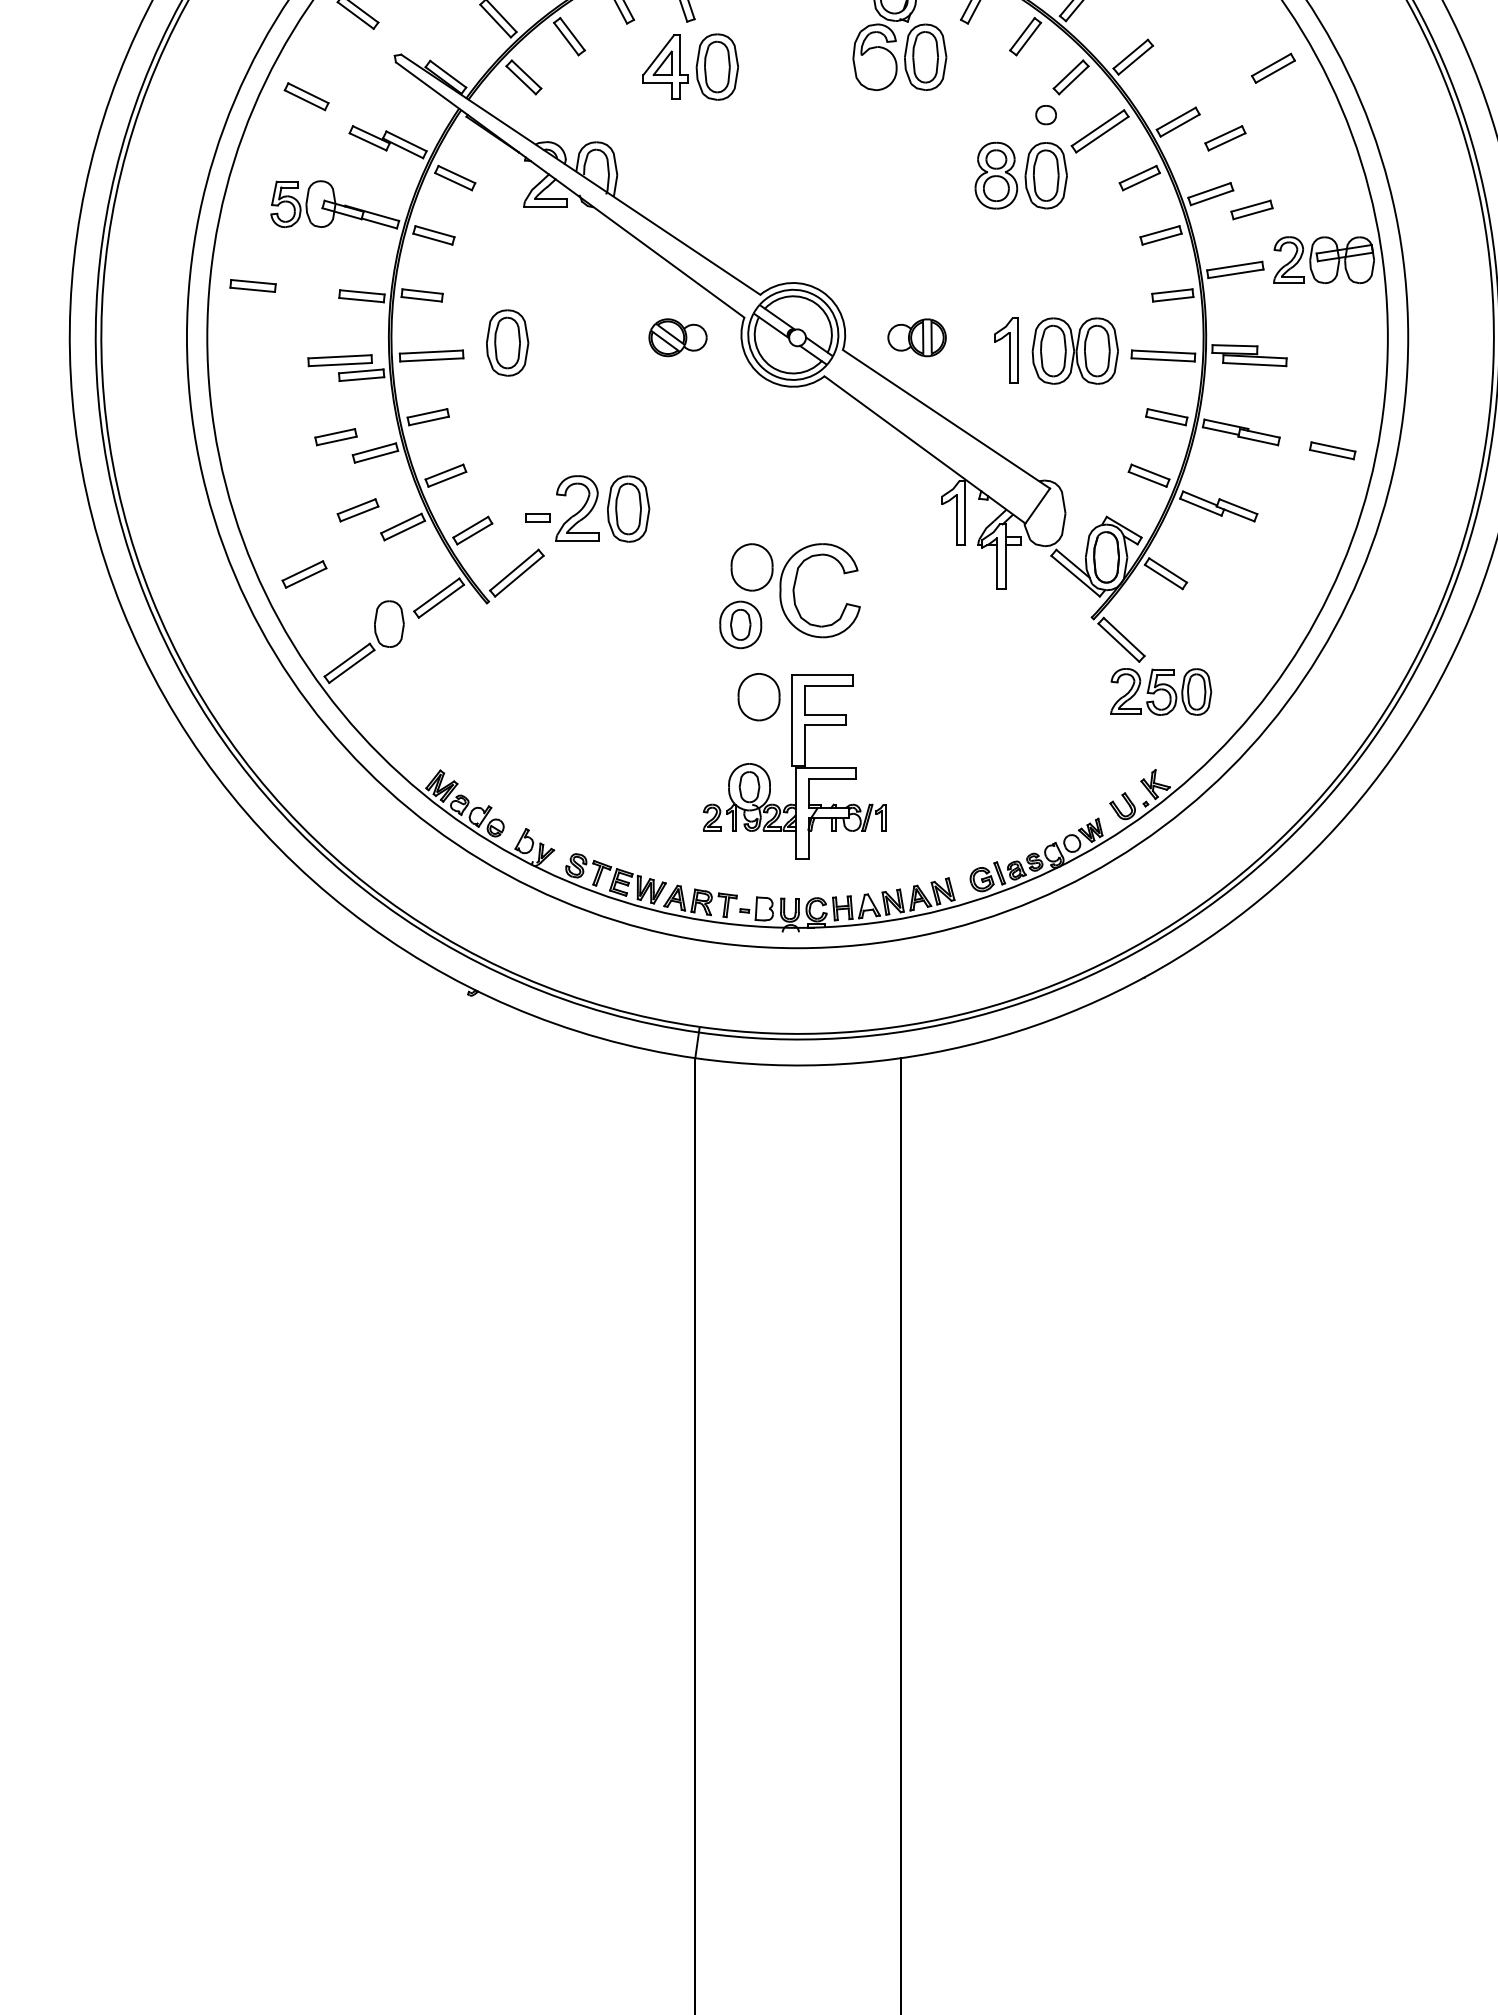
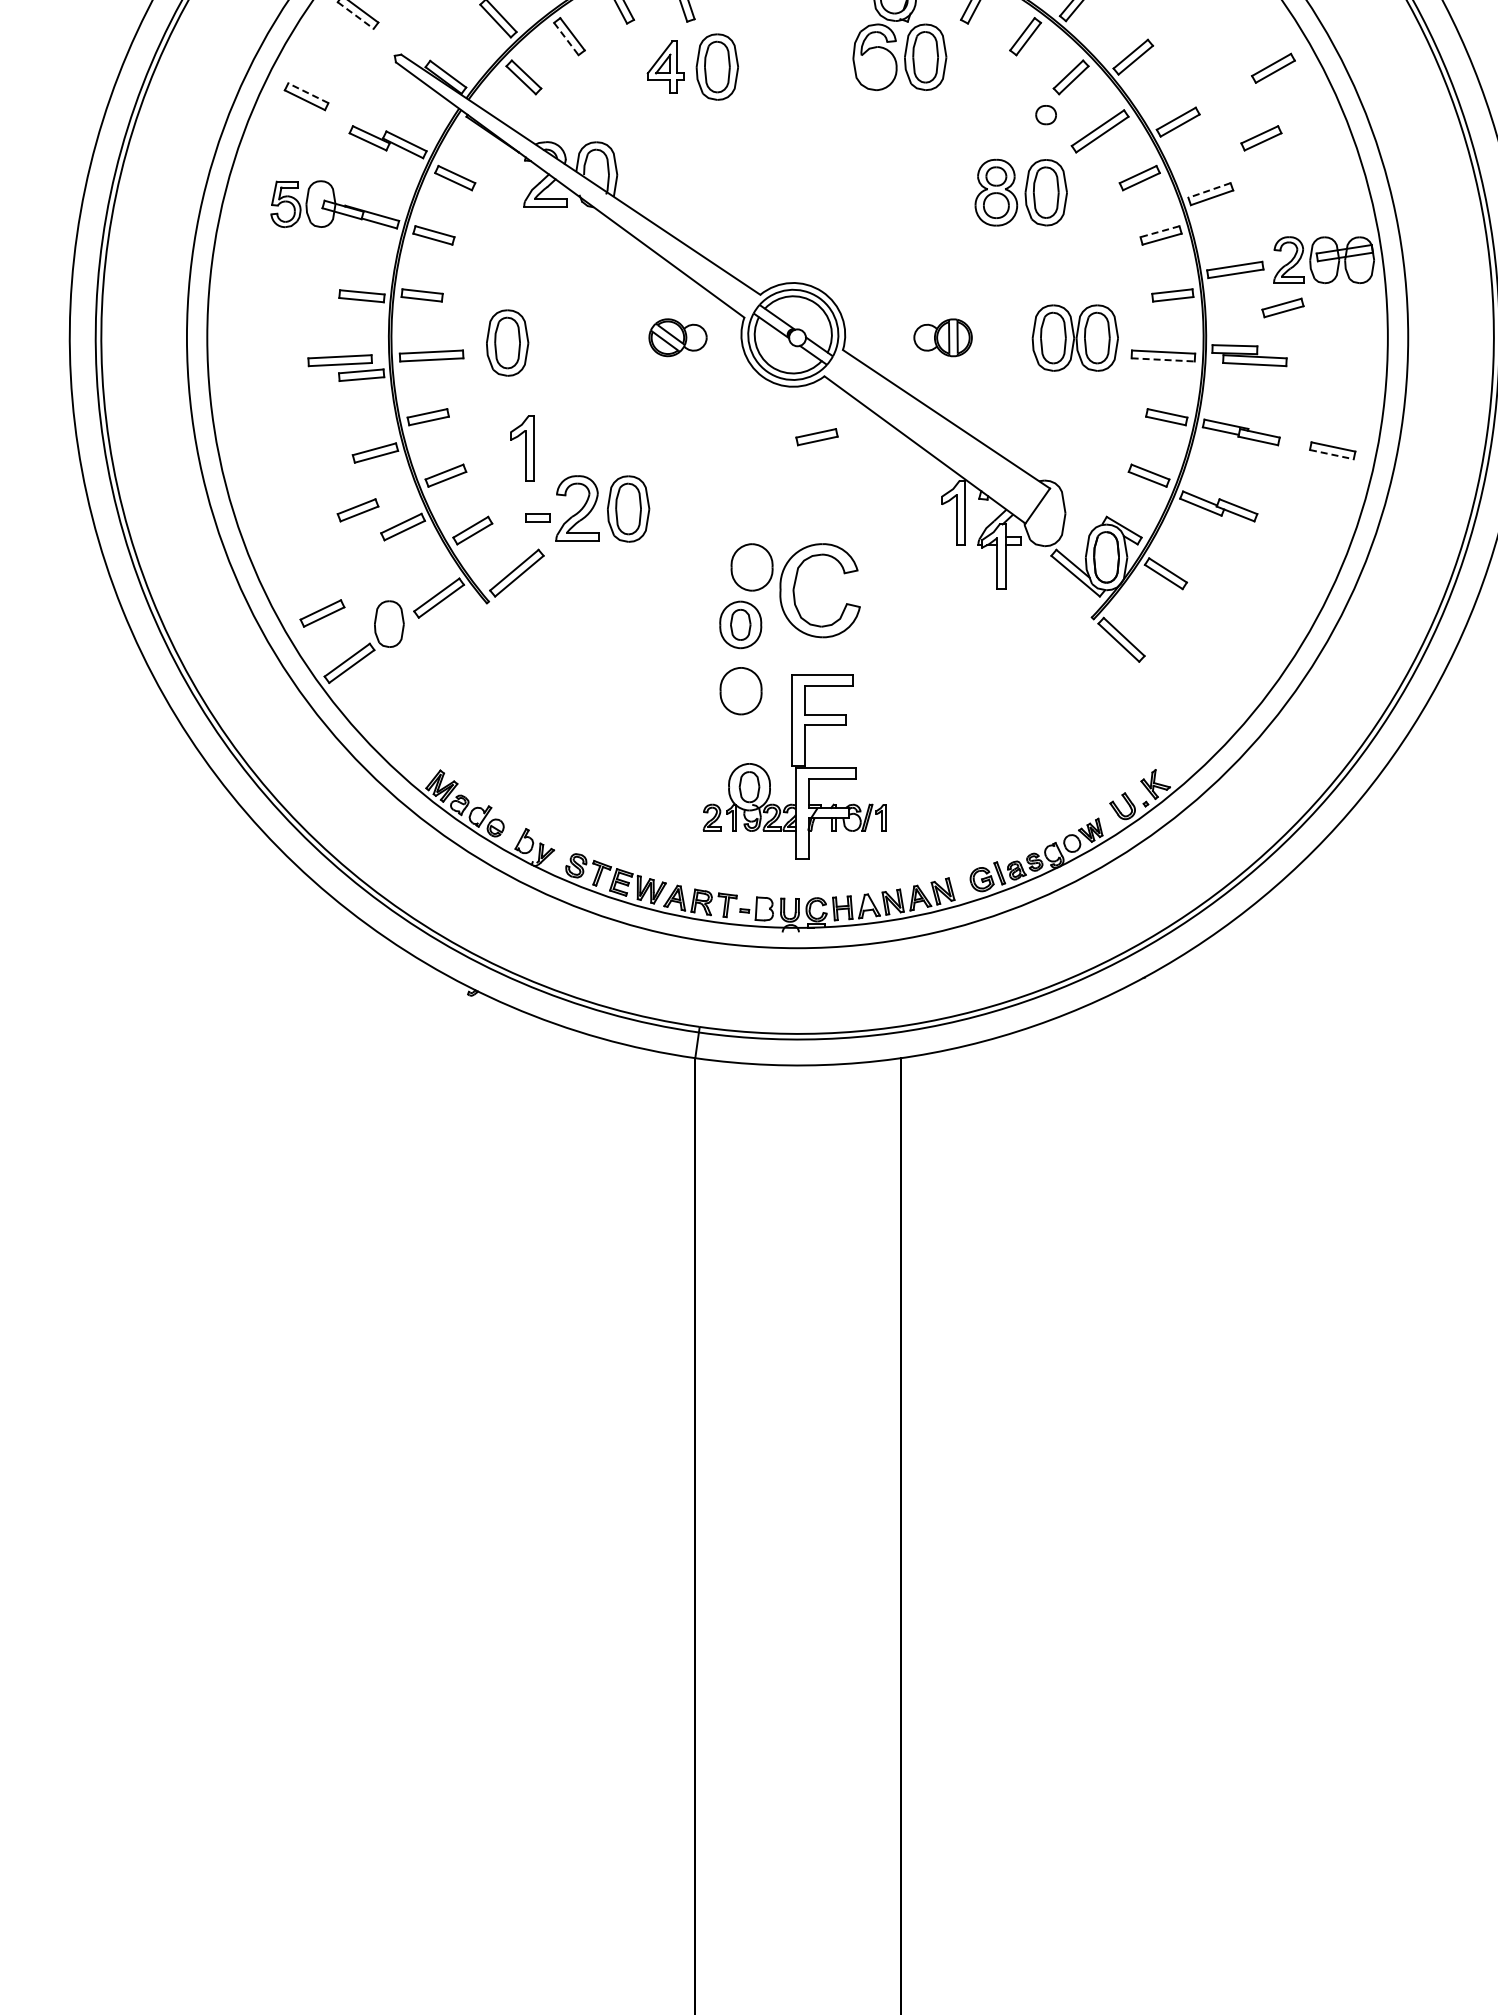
line at (356, 15): solid -> dashed
line at (566, 39): solid -> dashed
part at (665, 66) size: 47x66 px -> 39x54 px
line at (307, 93): solid -> dashed
part at (1225, 138) position: (1225, 138) -> (1261, 138)
part at (1020, 175) position: (1020, 175) -> (1020, 192)
line at (1209, 190): solid -> dashed
part at (1251, 209) position: (1251, 209) -> (1282, 307)
line at (1159, 231): solid -> dashed
part at (252, 285): present -> none
part at (916, 337) position: (916, 337) -> (942, 337)
part at (1006, 350) position: (1006, 350) -> (522, 448)
part at (1074, 350) position: (1074, 350) -> (1074, 337)
line at (1163, 359): solid -> dashed
part at (335, 437) position: (335, 437) -> (816, 437)
line at (1332, 454): solid -> dashed
part at (304, 574) position: (304, 574) -> (322, 613)
part at (1161, 691): present -> none
part at (758, 697) position: (758, 697) -> (740, 691)
